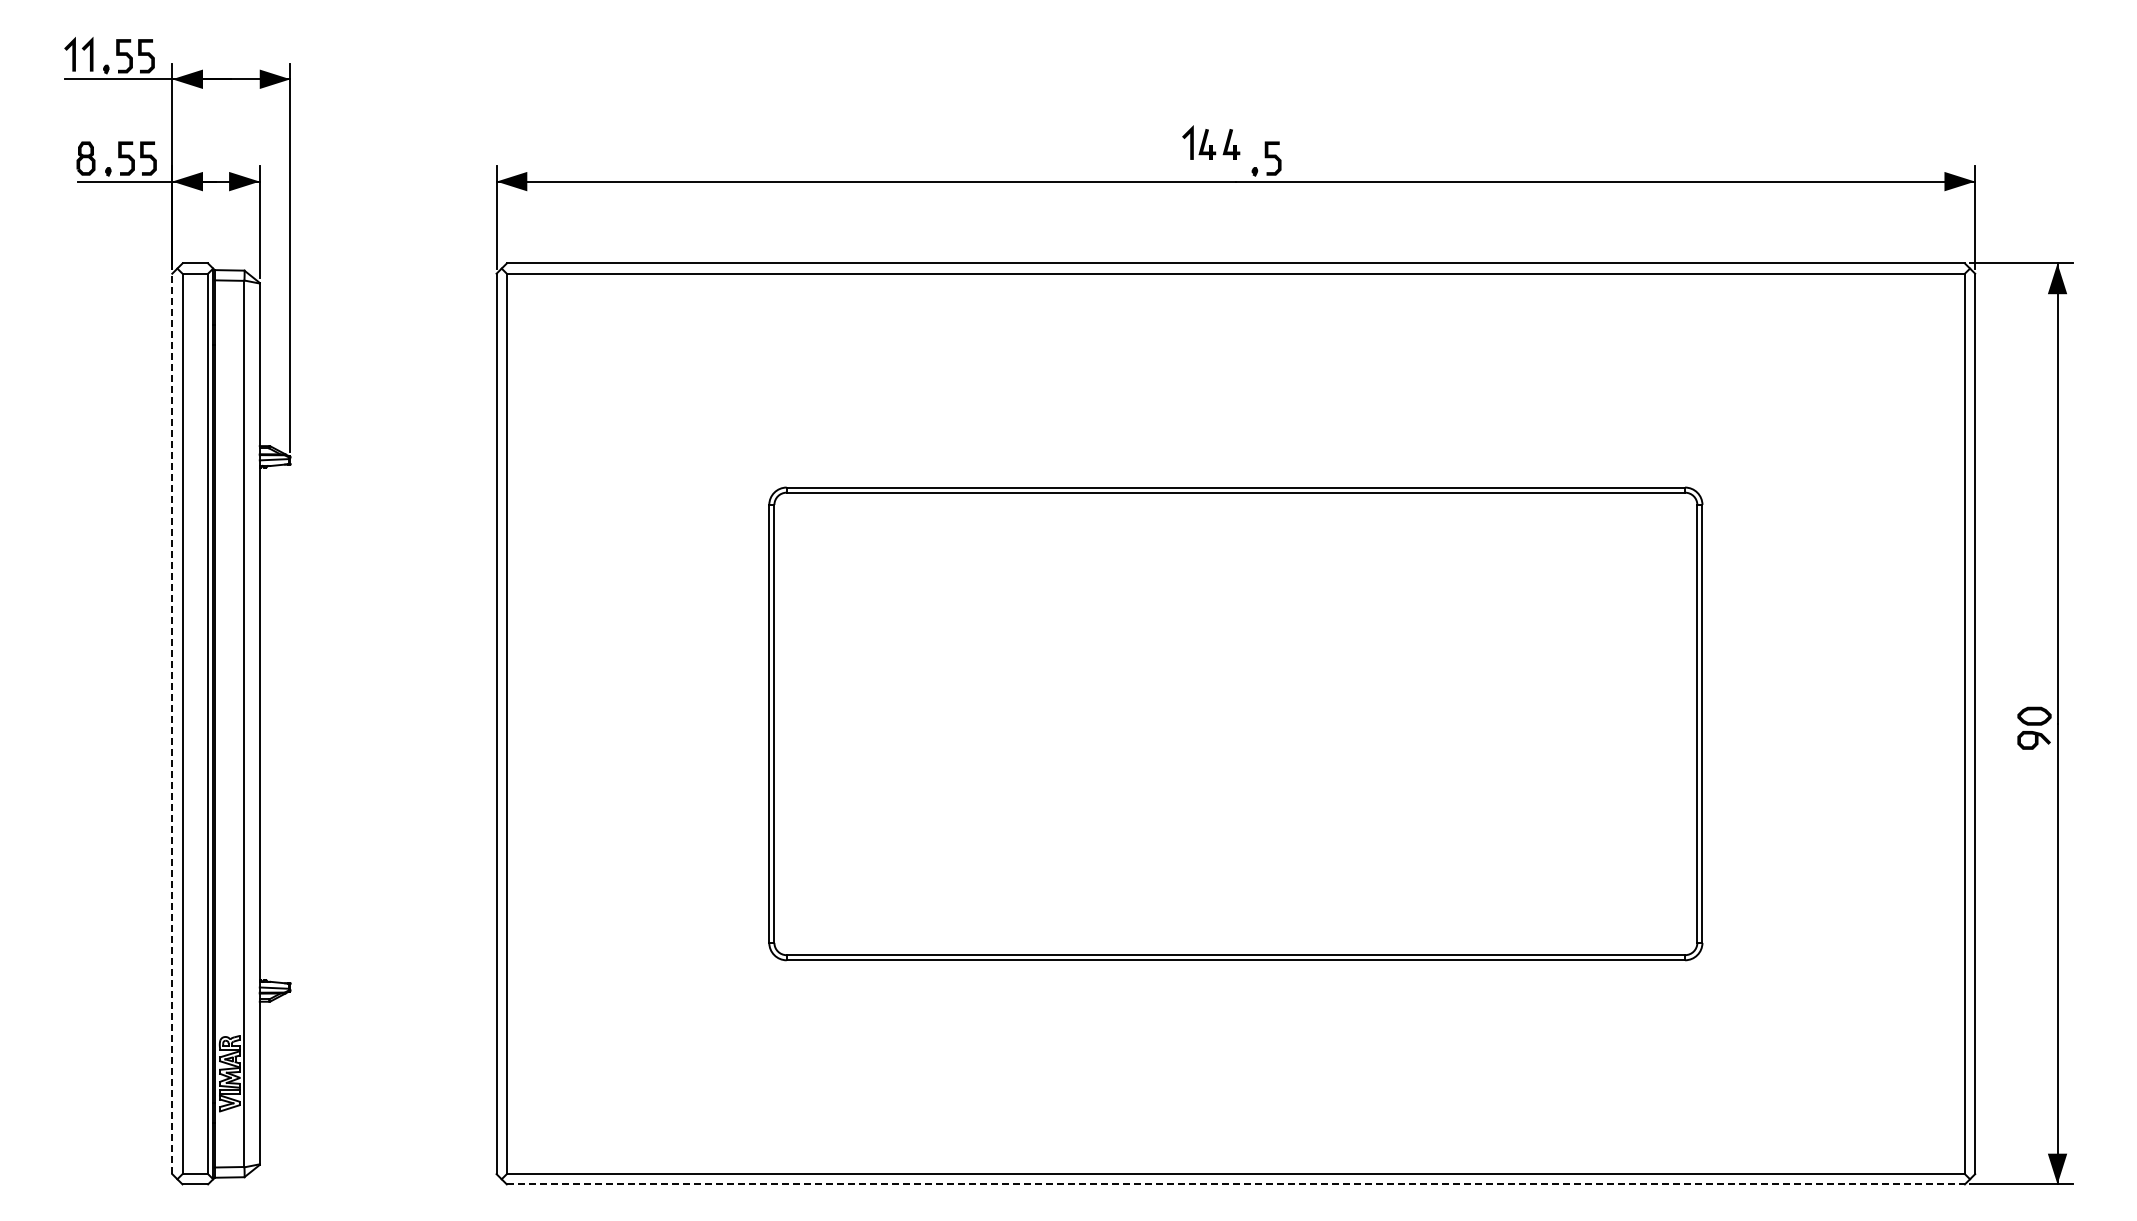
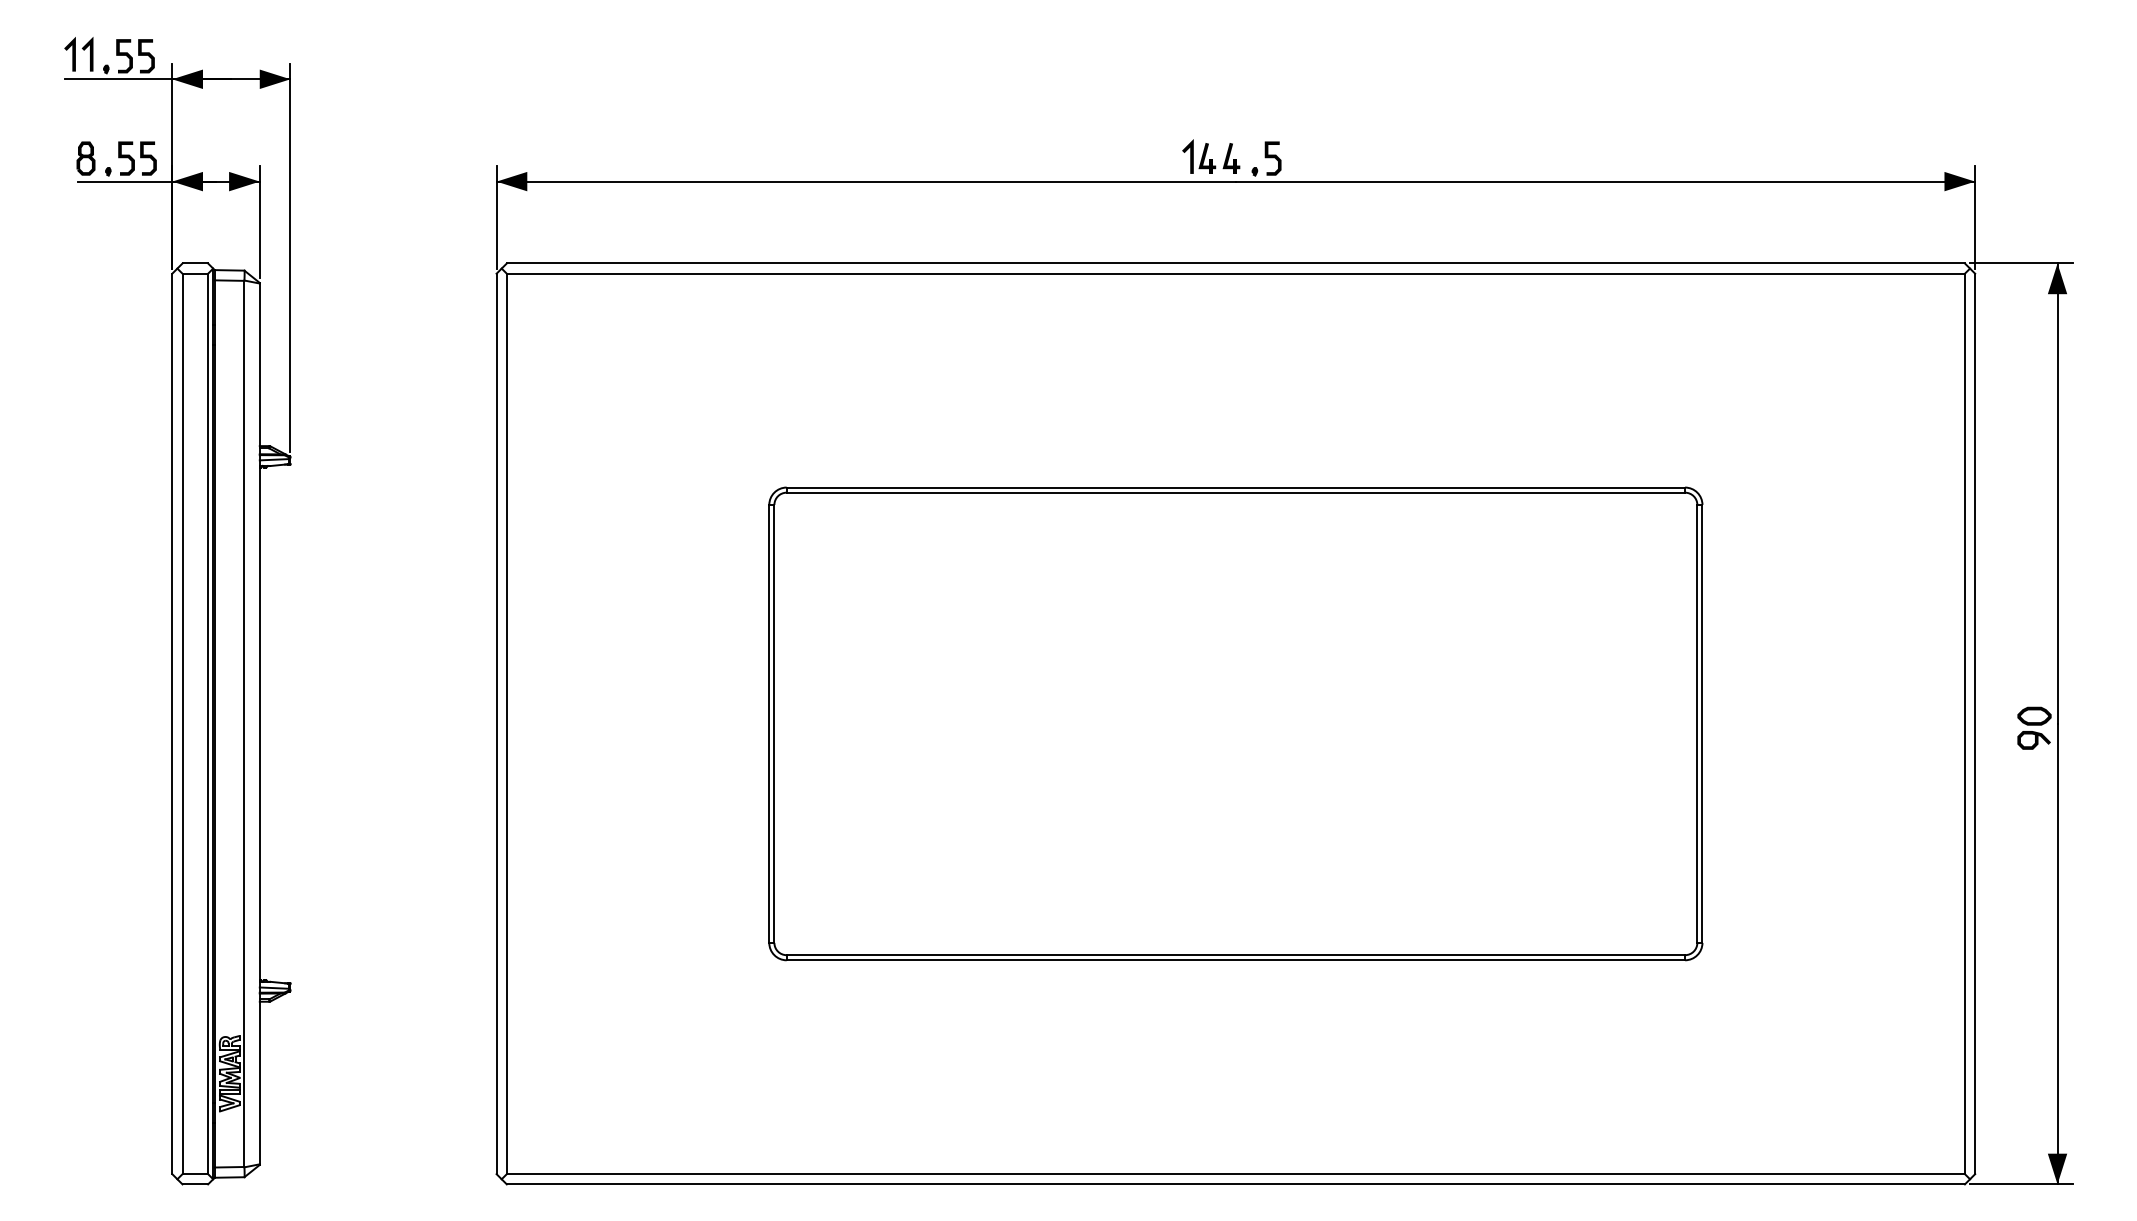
part at (1211, 142) position: (1211, 142) -> (1211, 156)
line at (172, 723): dashed -> solid
line at (1236, 1184): dashed -> solid
